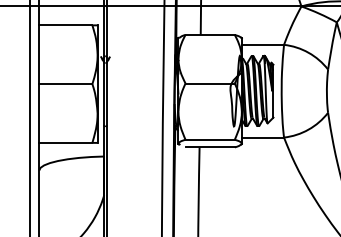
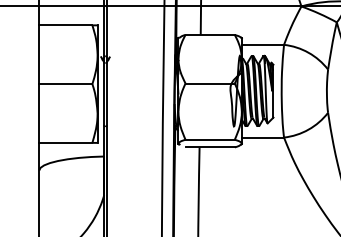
line at (29, 117): present -> none
